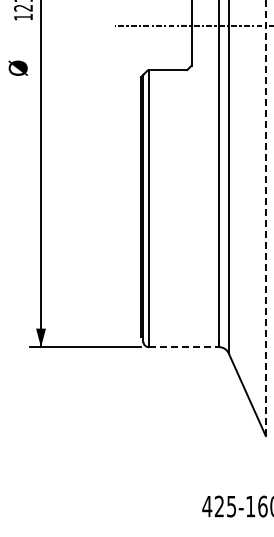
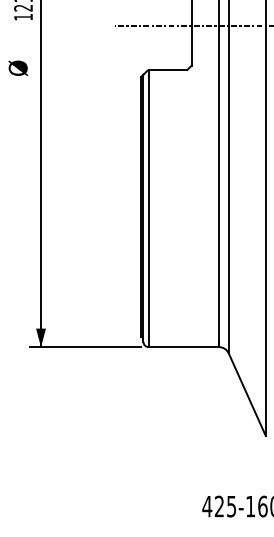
line at (265, 218): dashed -> solid
line at (184, 347): dashed -> solid
